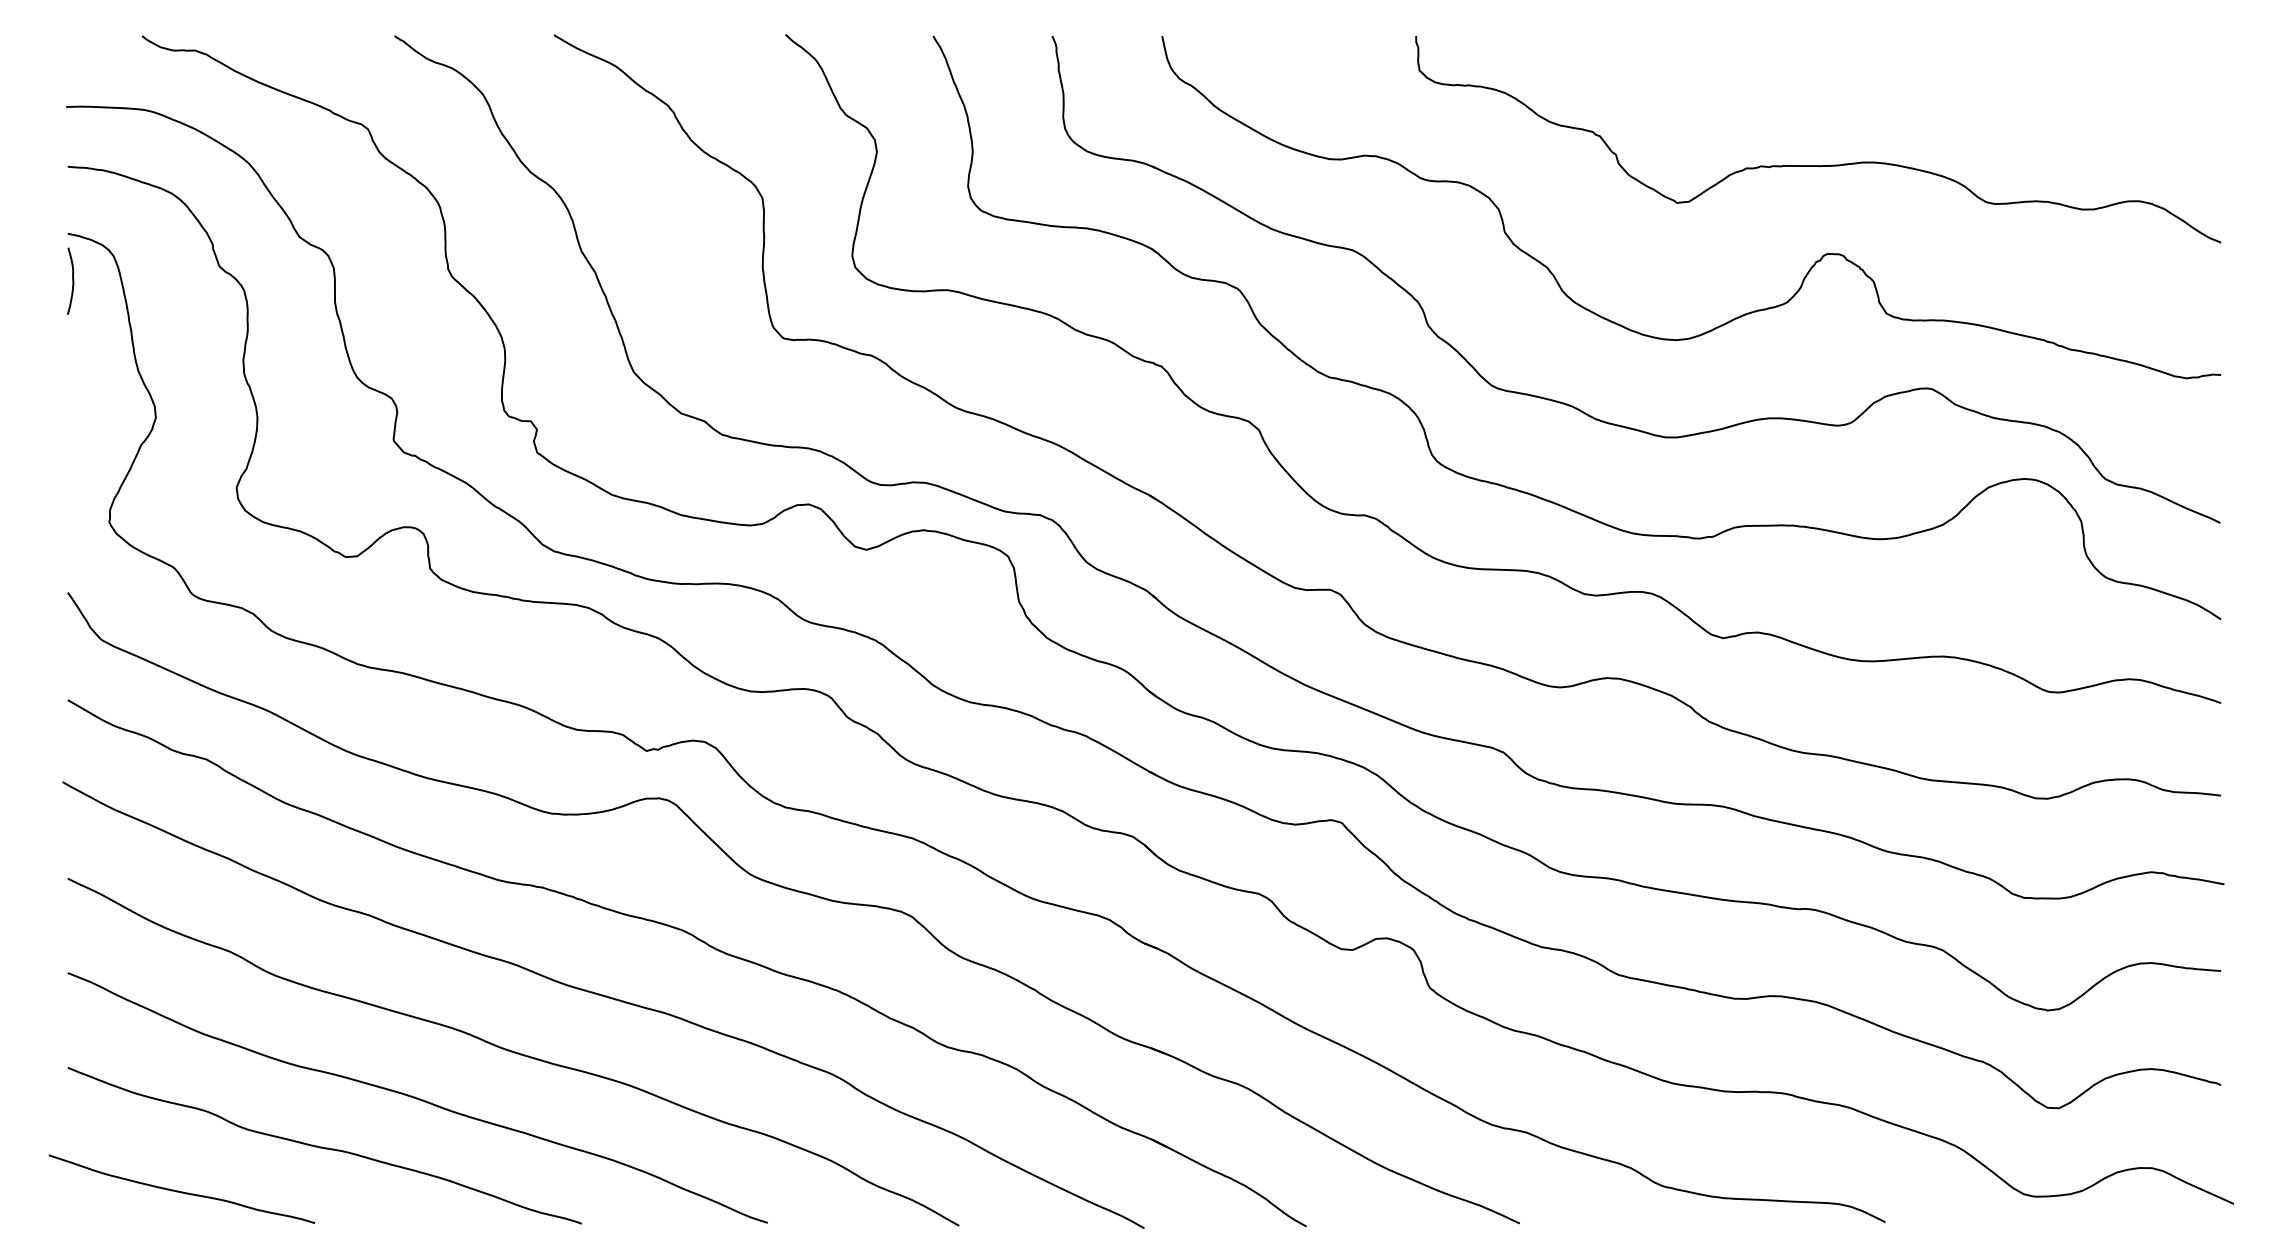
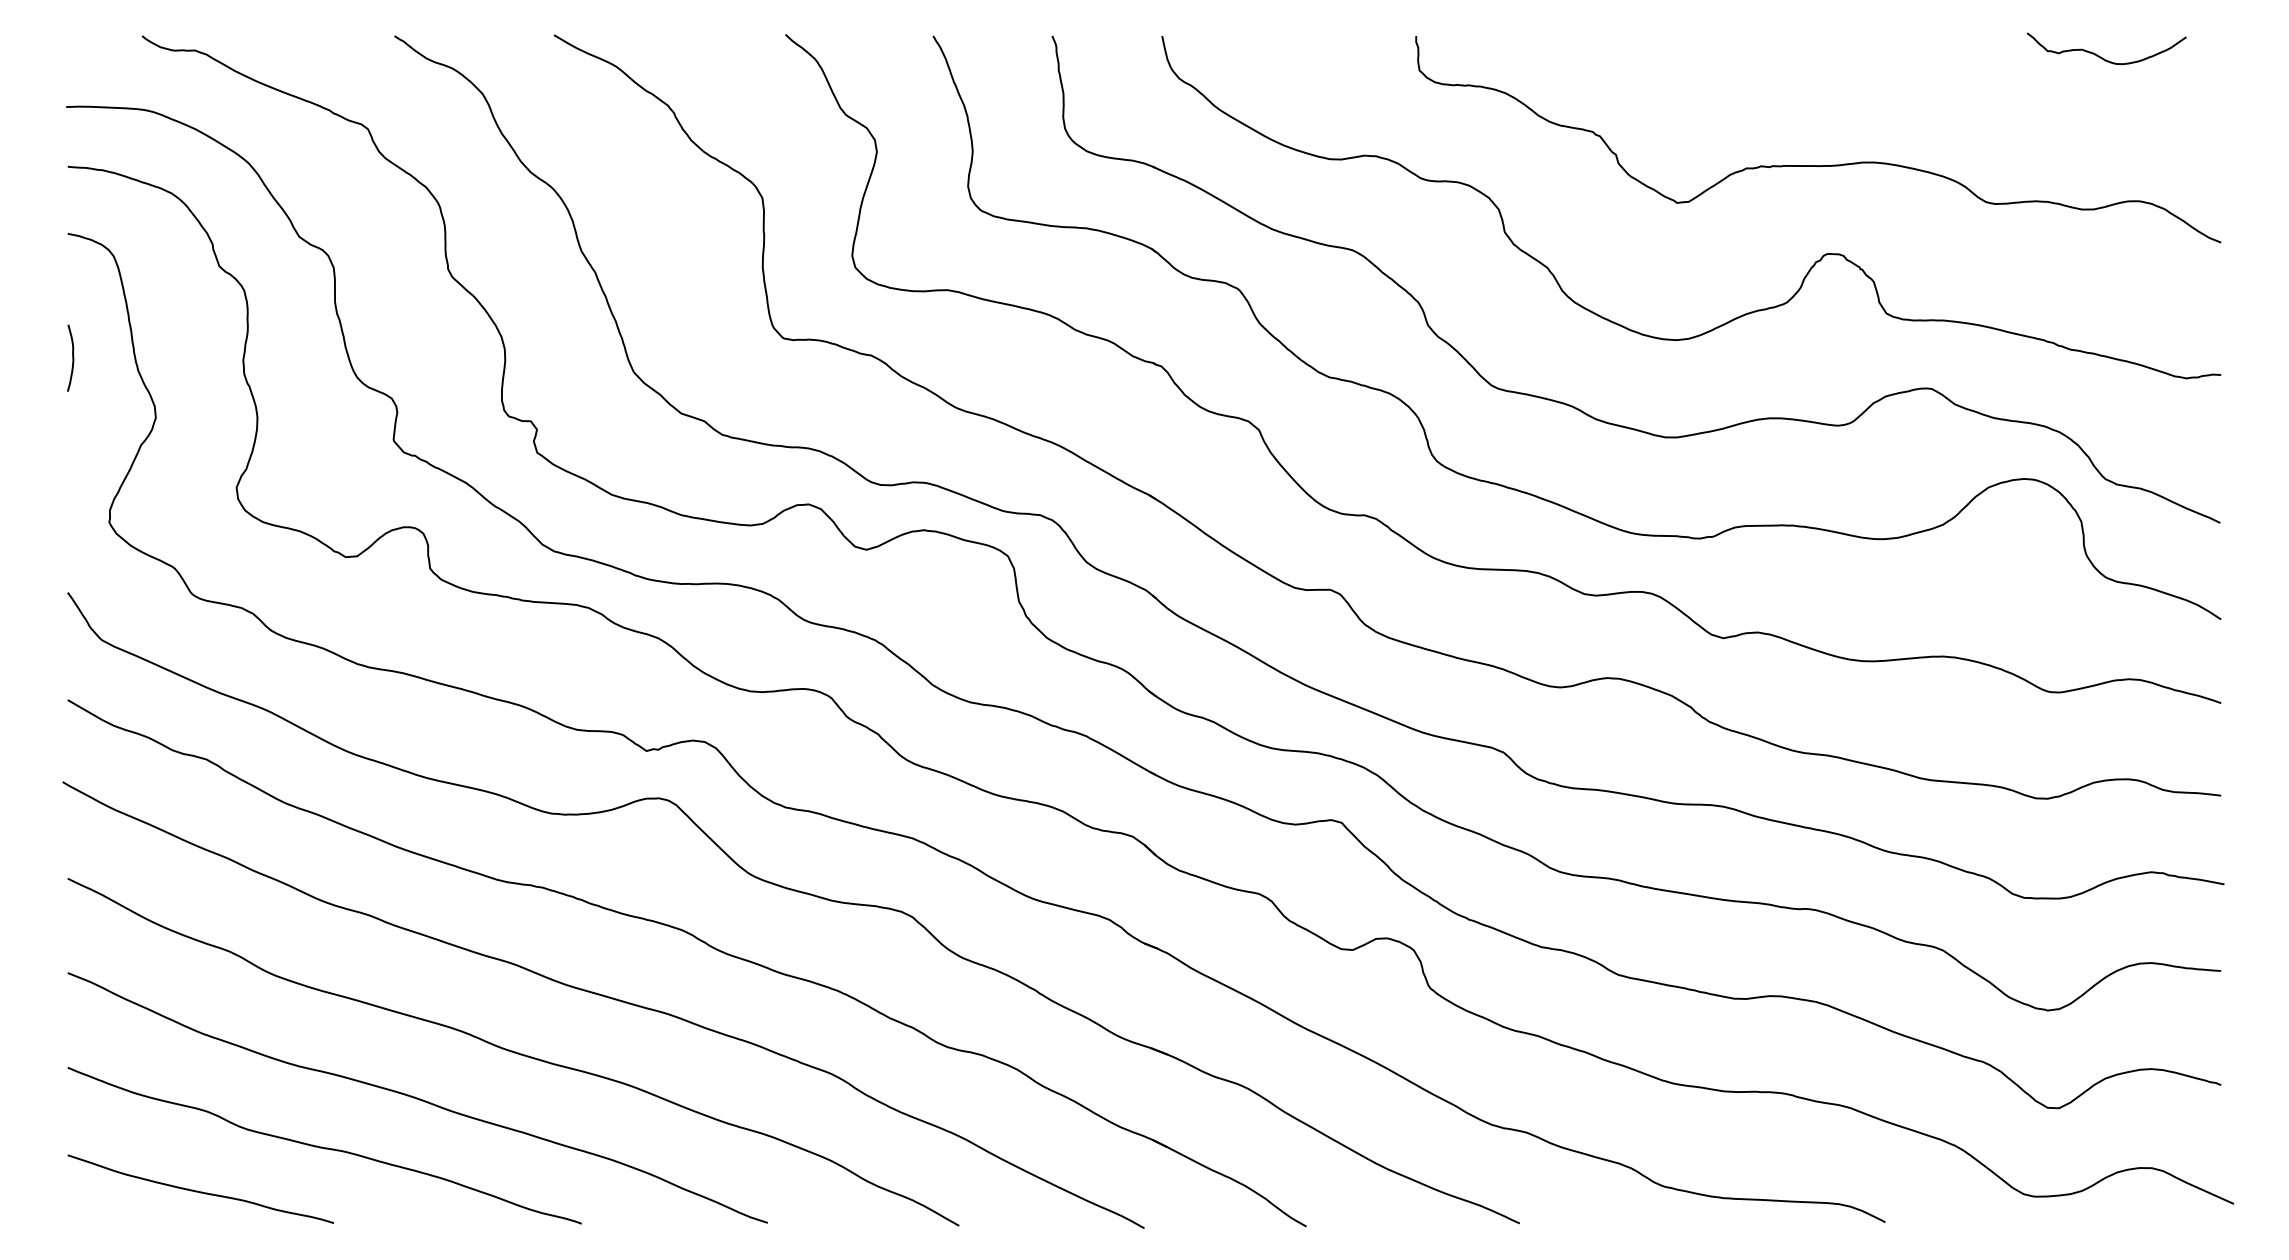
curve at (2102, 57): none -> present
curve at (72, 280) position: (72, 280) -> (72, 357)
curve at (181, 1191) position: (181, 1191) -> (200, 1191)
